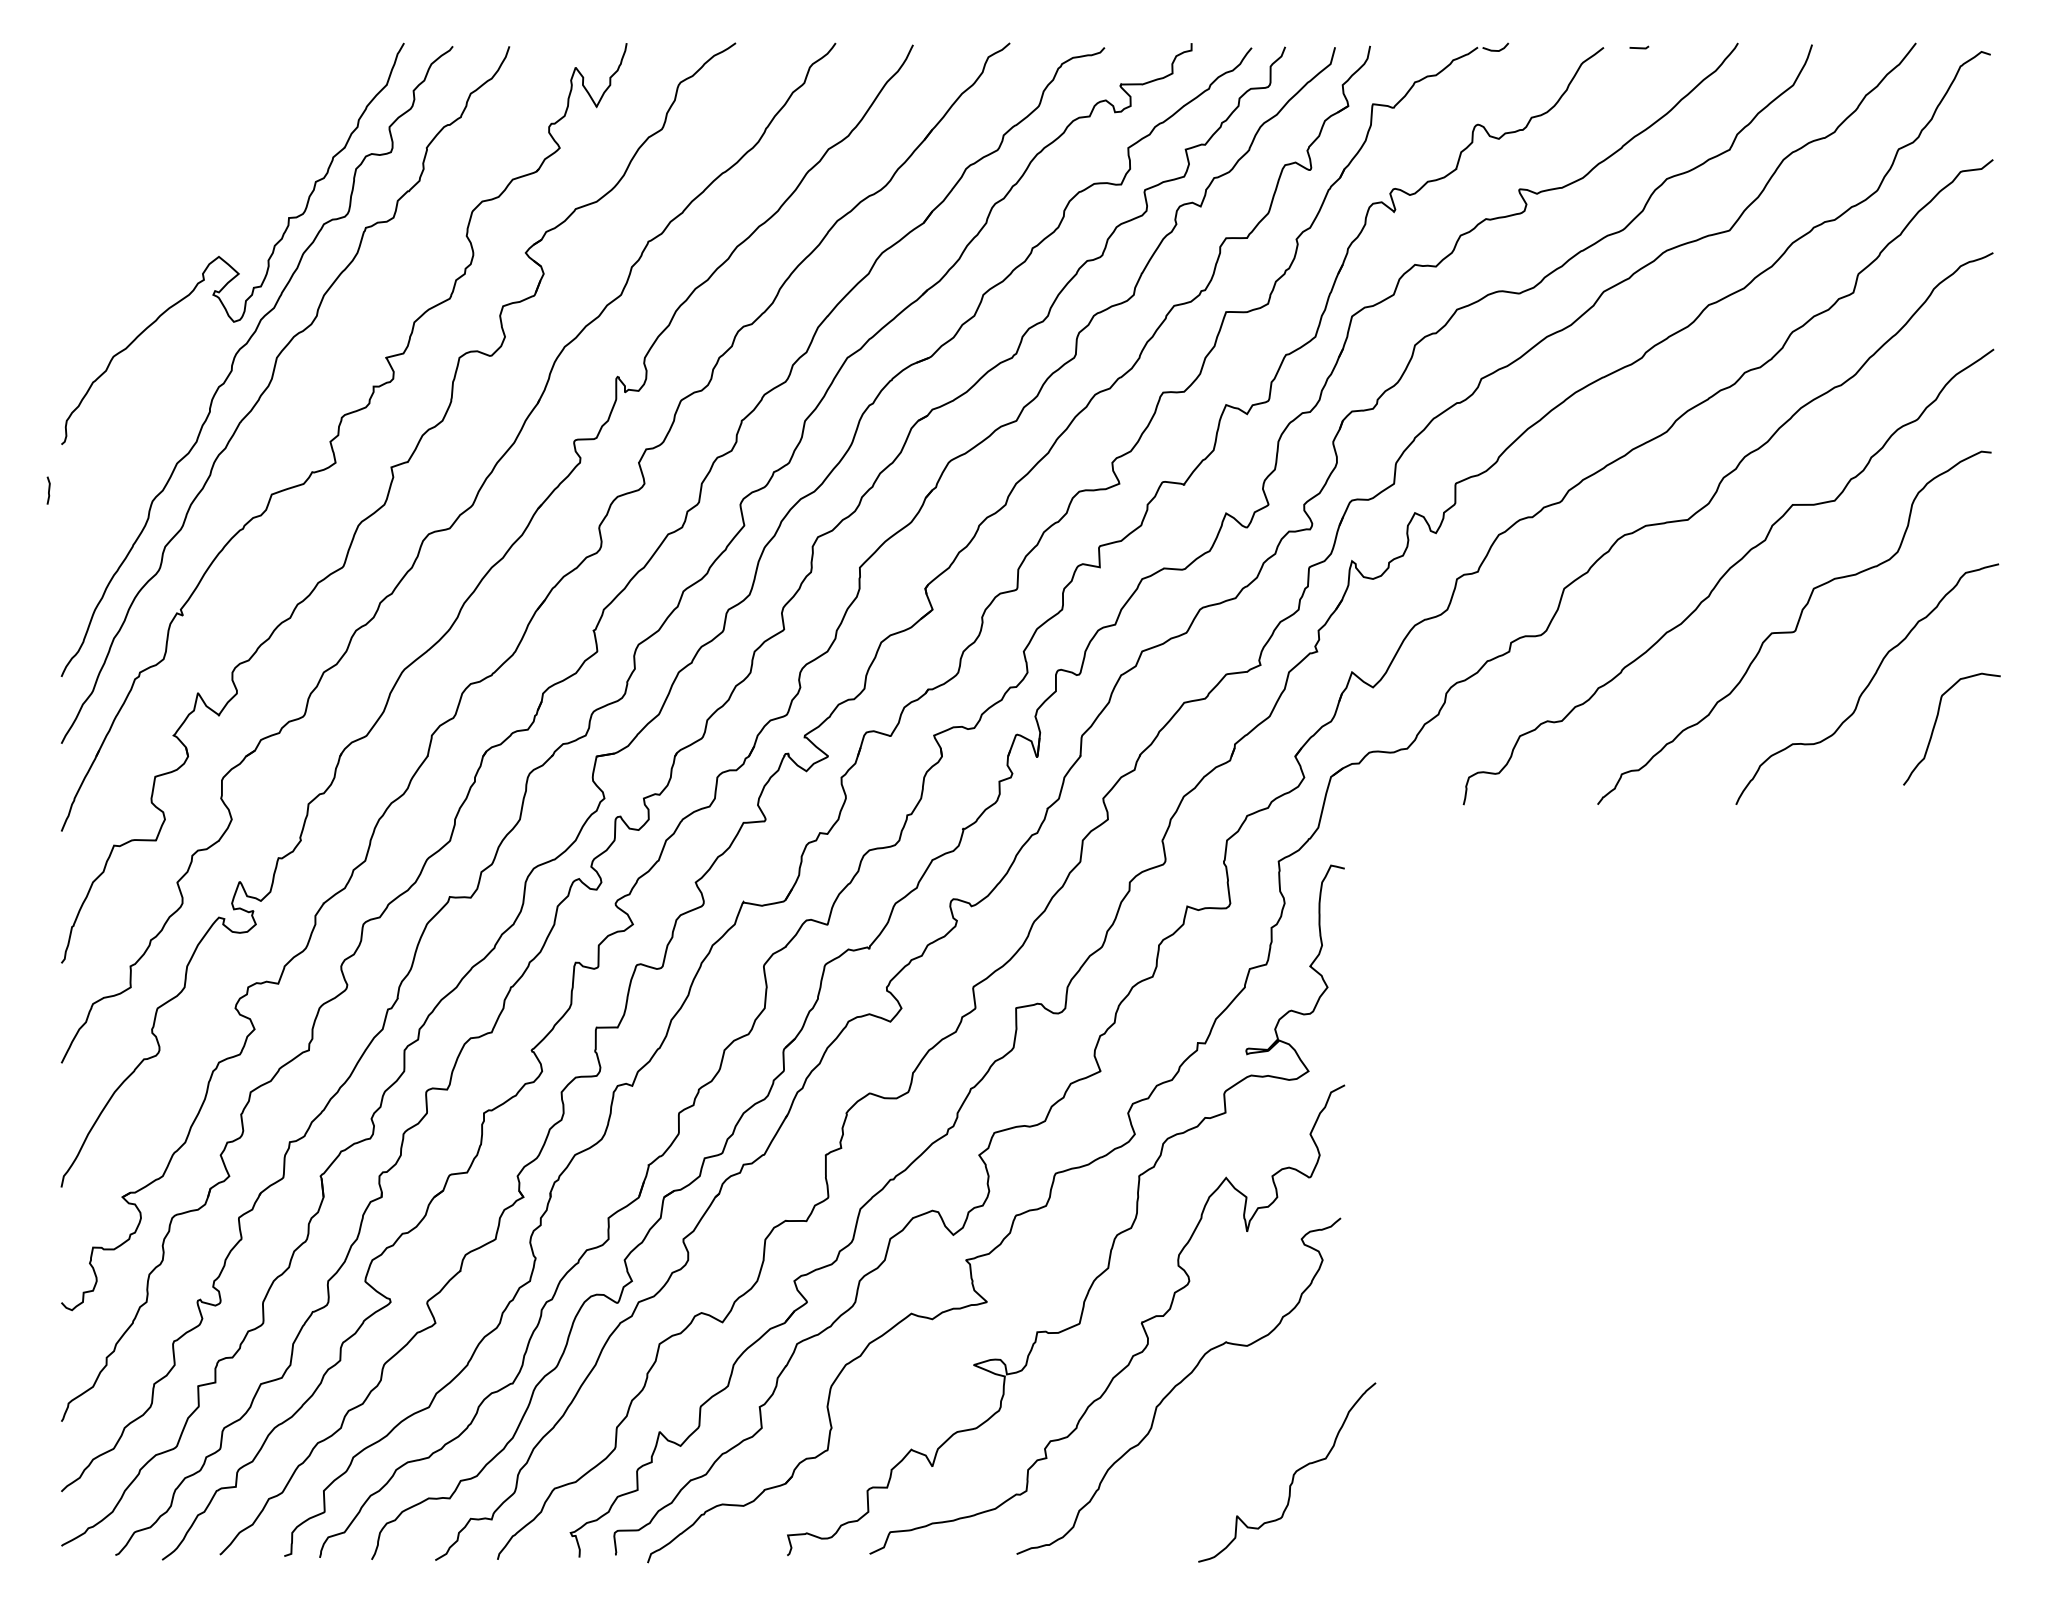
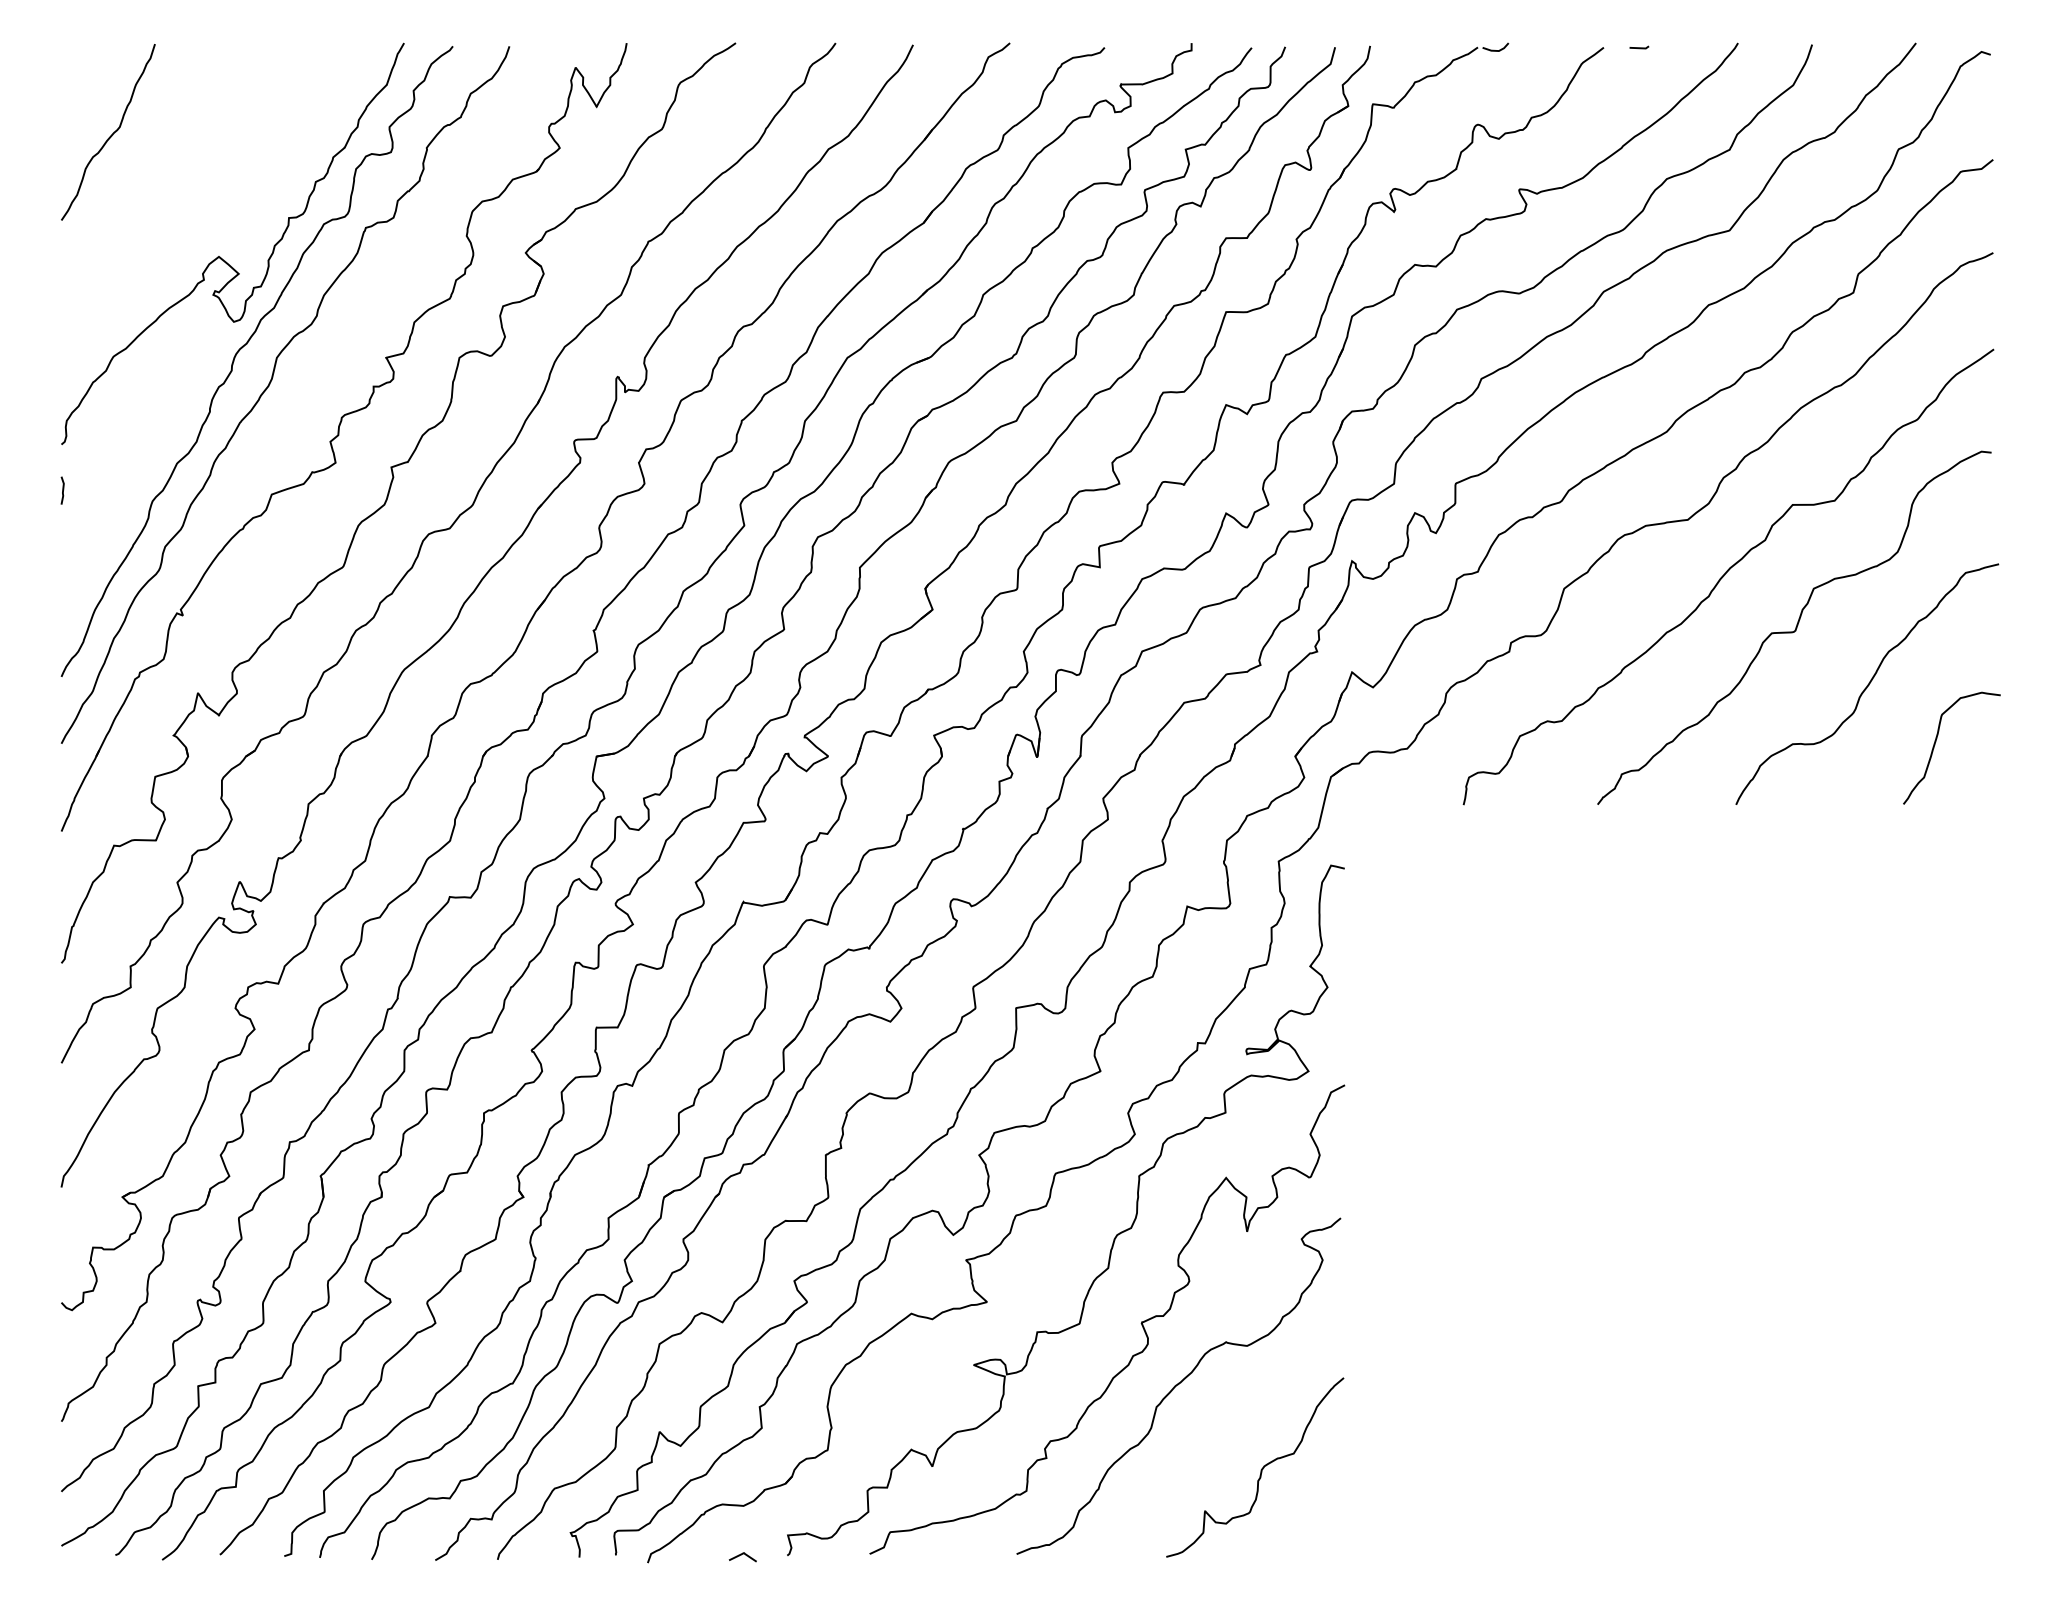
curve at (111, 134): none -> present
line at (48, 490) position: (48, 490) -> (62, 490)
curve at (1936, 723) position: (1936, 723) -> (1936, 742)
curve at (1292, 1475) position: (1292, 1475) -> (1260, 1470)
curve at (741, 1555): none -> present
